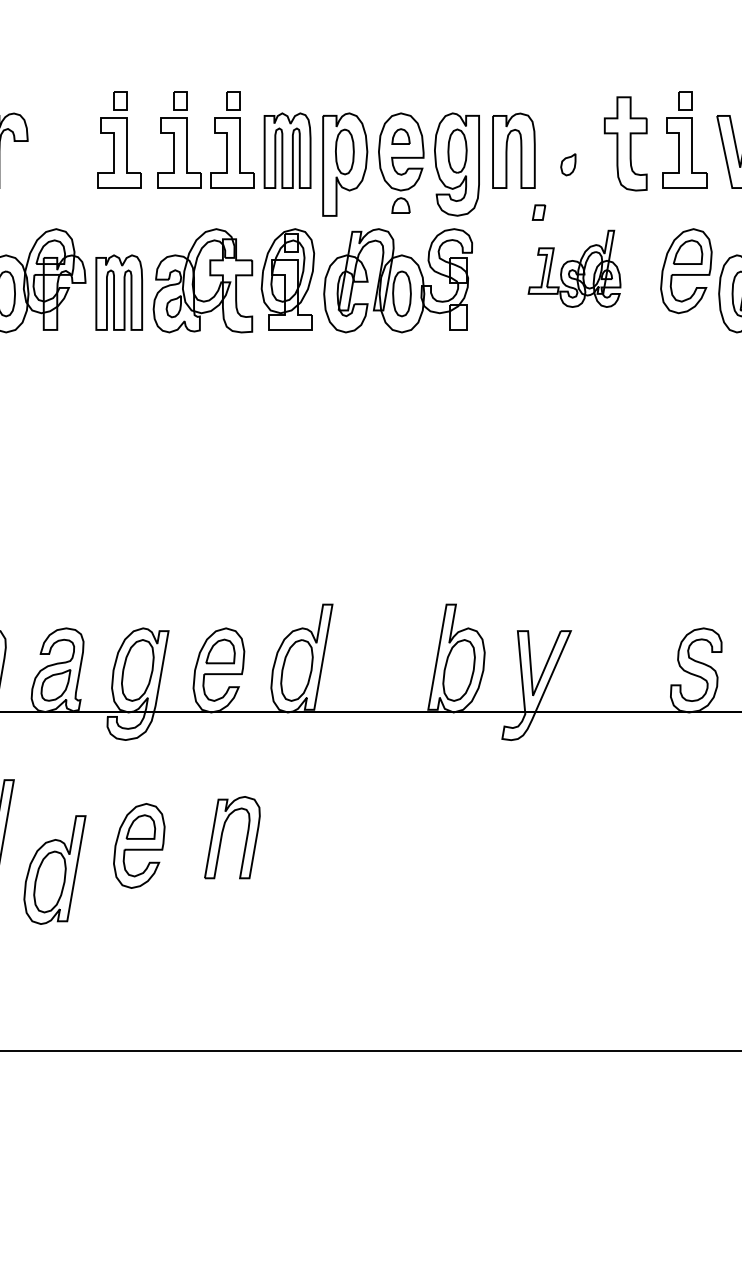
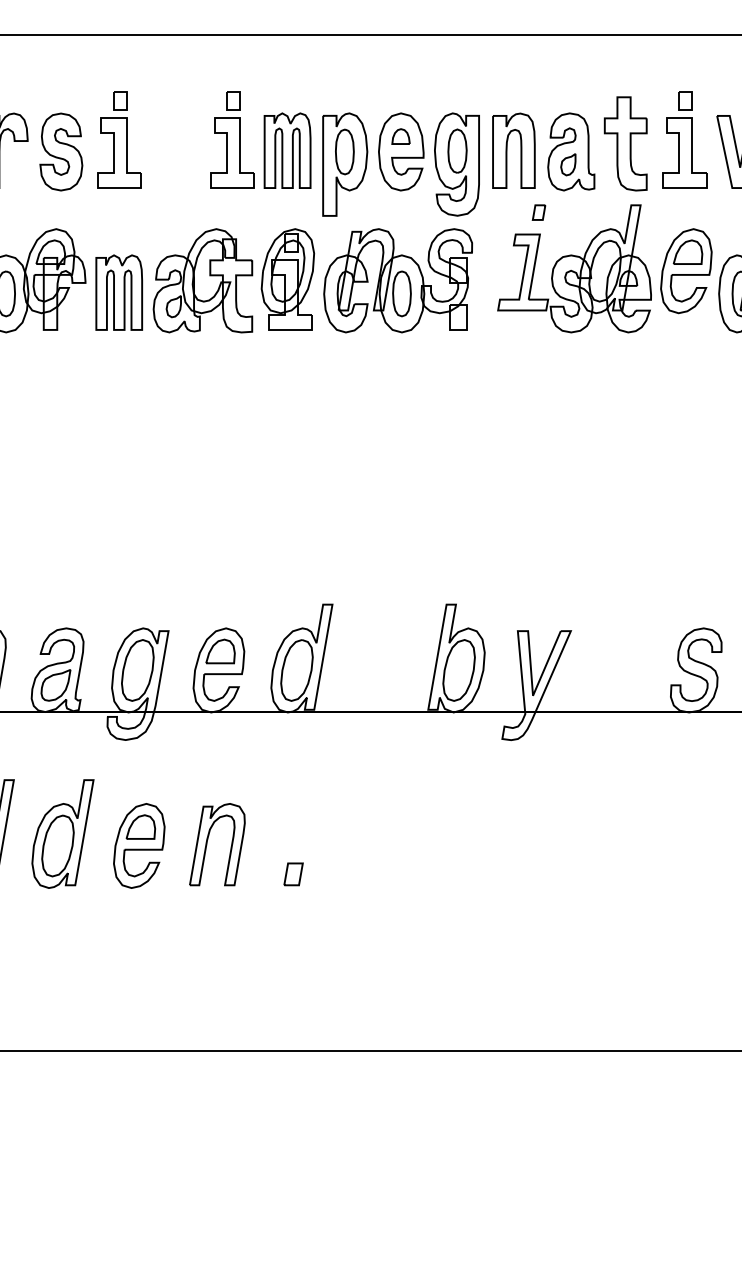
line at (370, 35): none -> present
part at (179, 139): present -> none
part at (61, 151): none -> present
part at (571, 151): none -> present
part at (400, 205): present -> none
part at (574, 268) size: 95x79 px -> 155x130 px
part at (222, 837) position: (222, 837) -> (207, 844)
part at (54, 869) position: (54, 869) -> (62, 833)
part at (293, 874): none -> present
